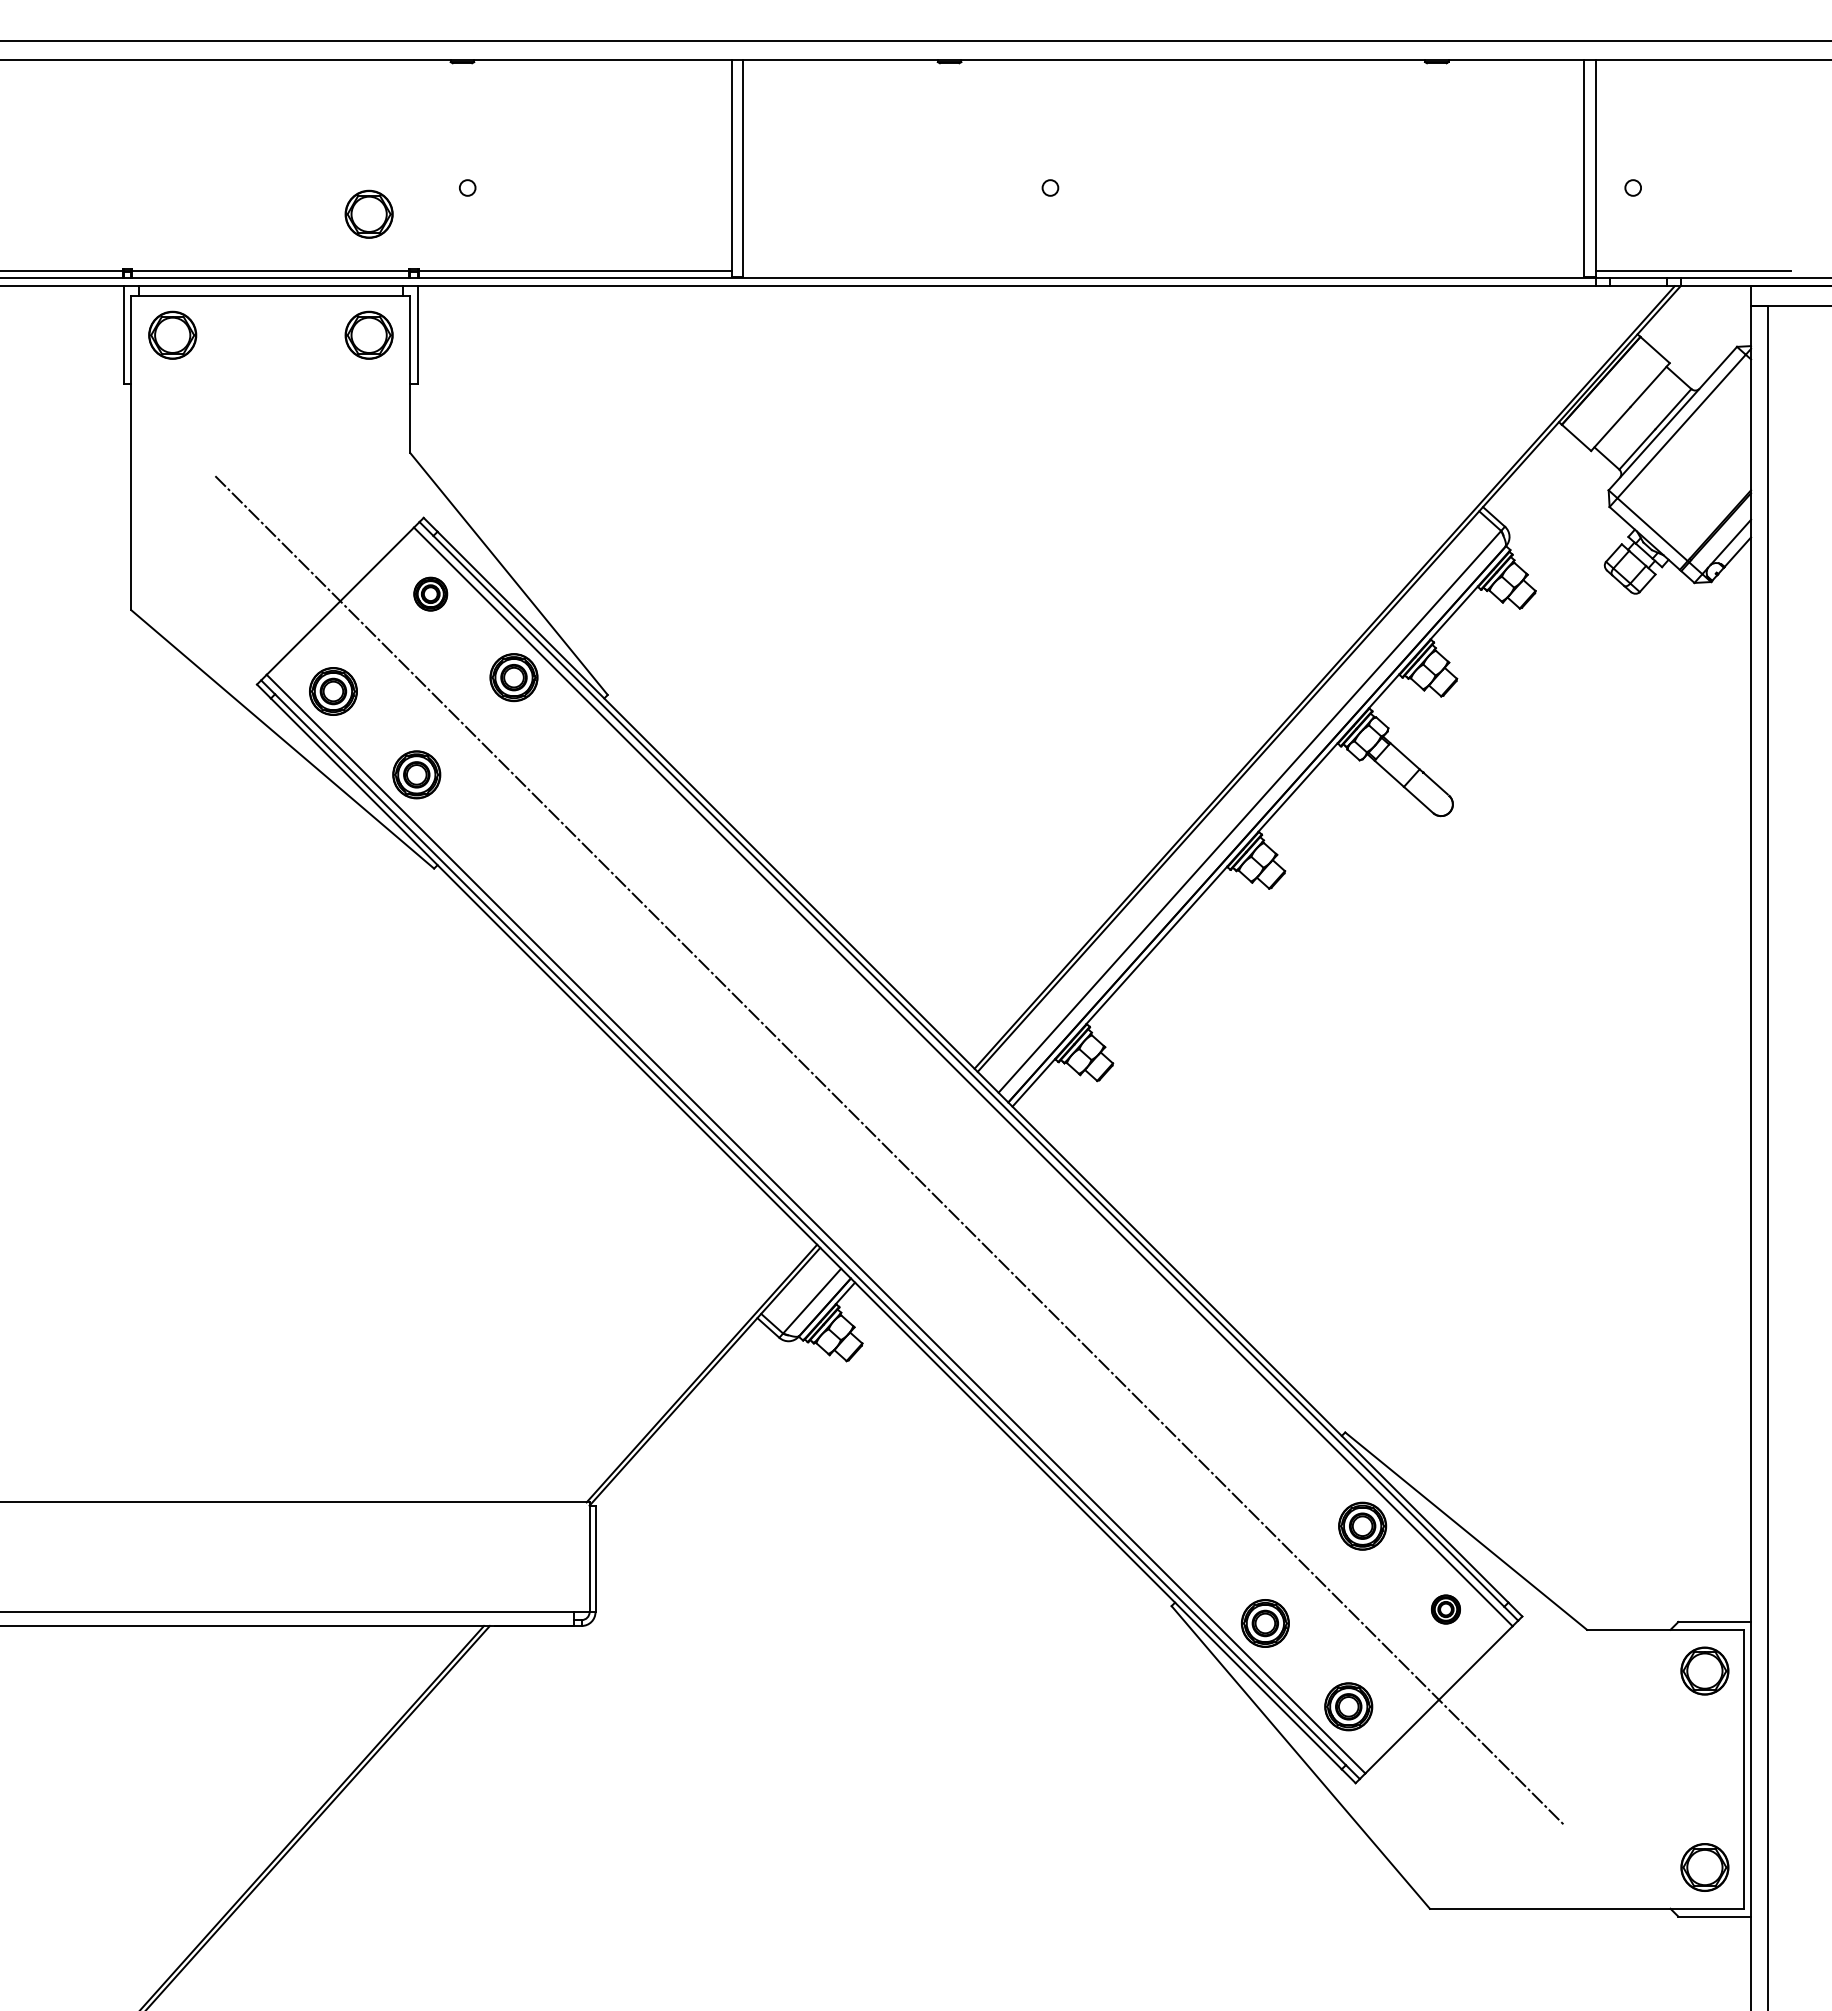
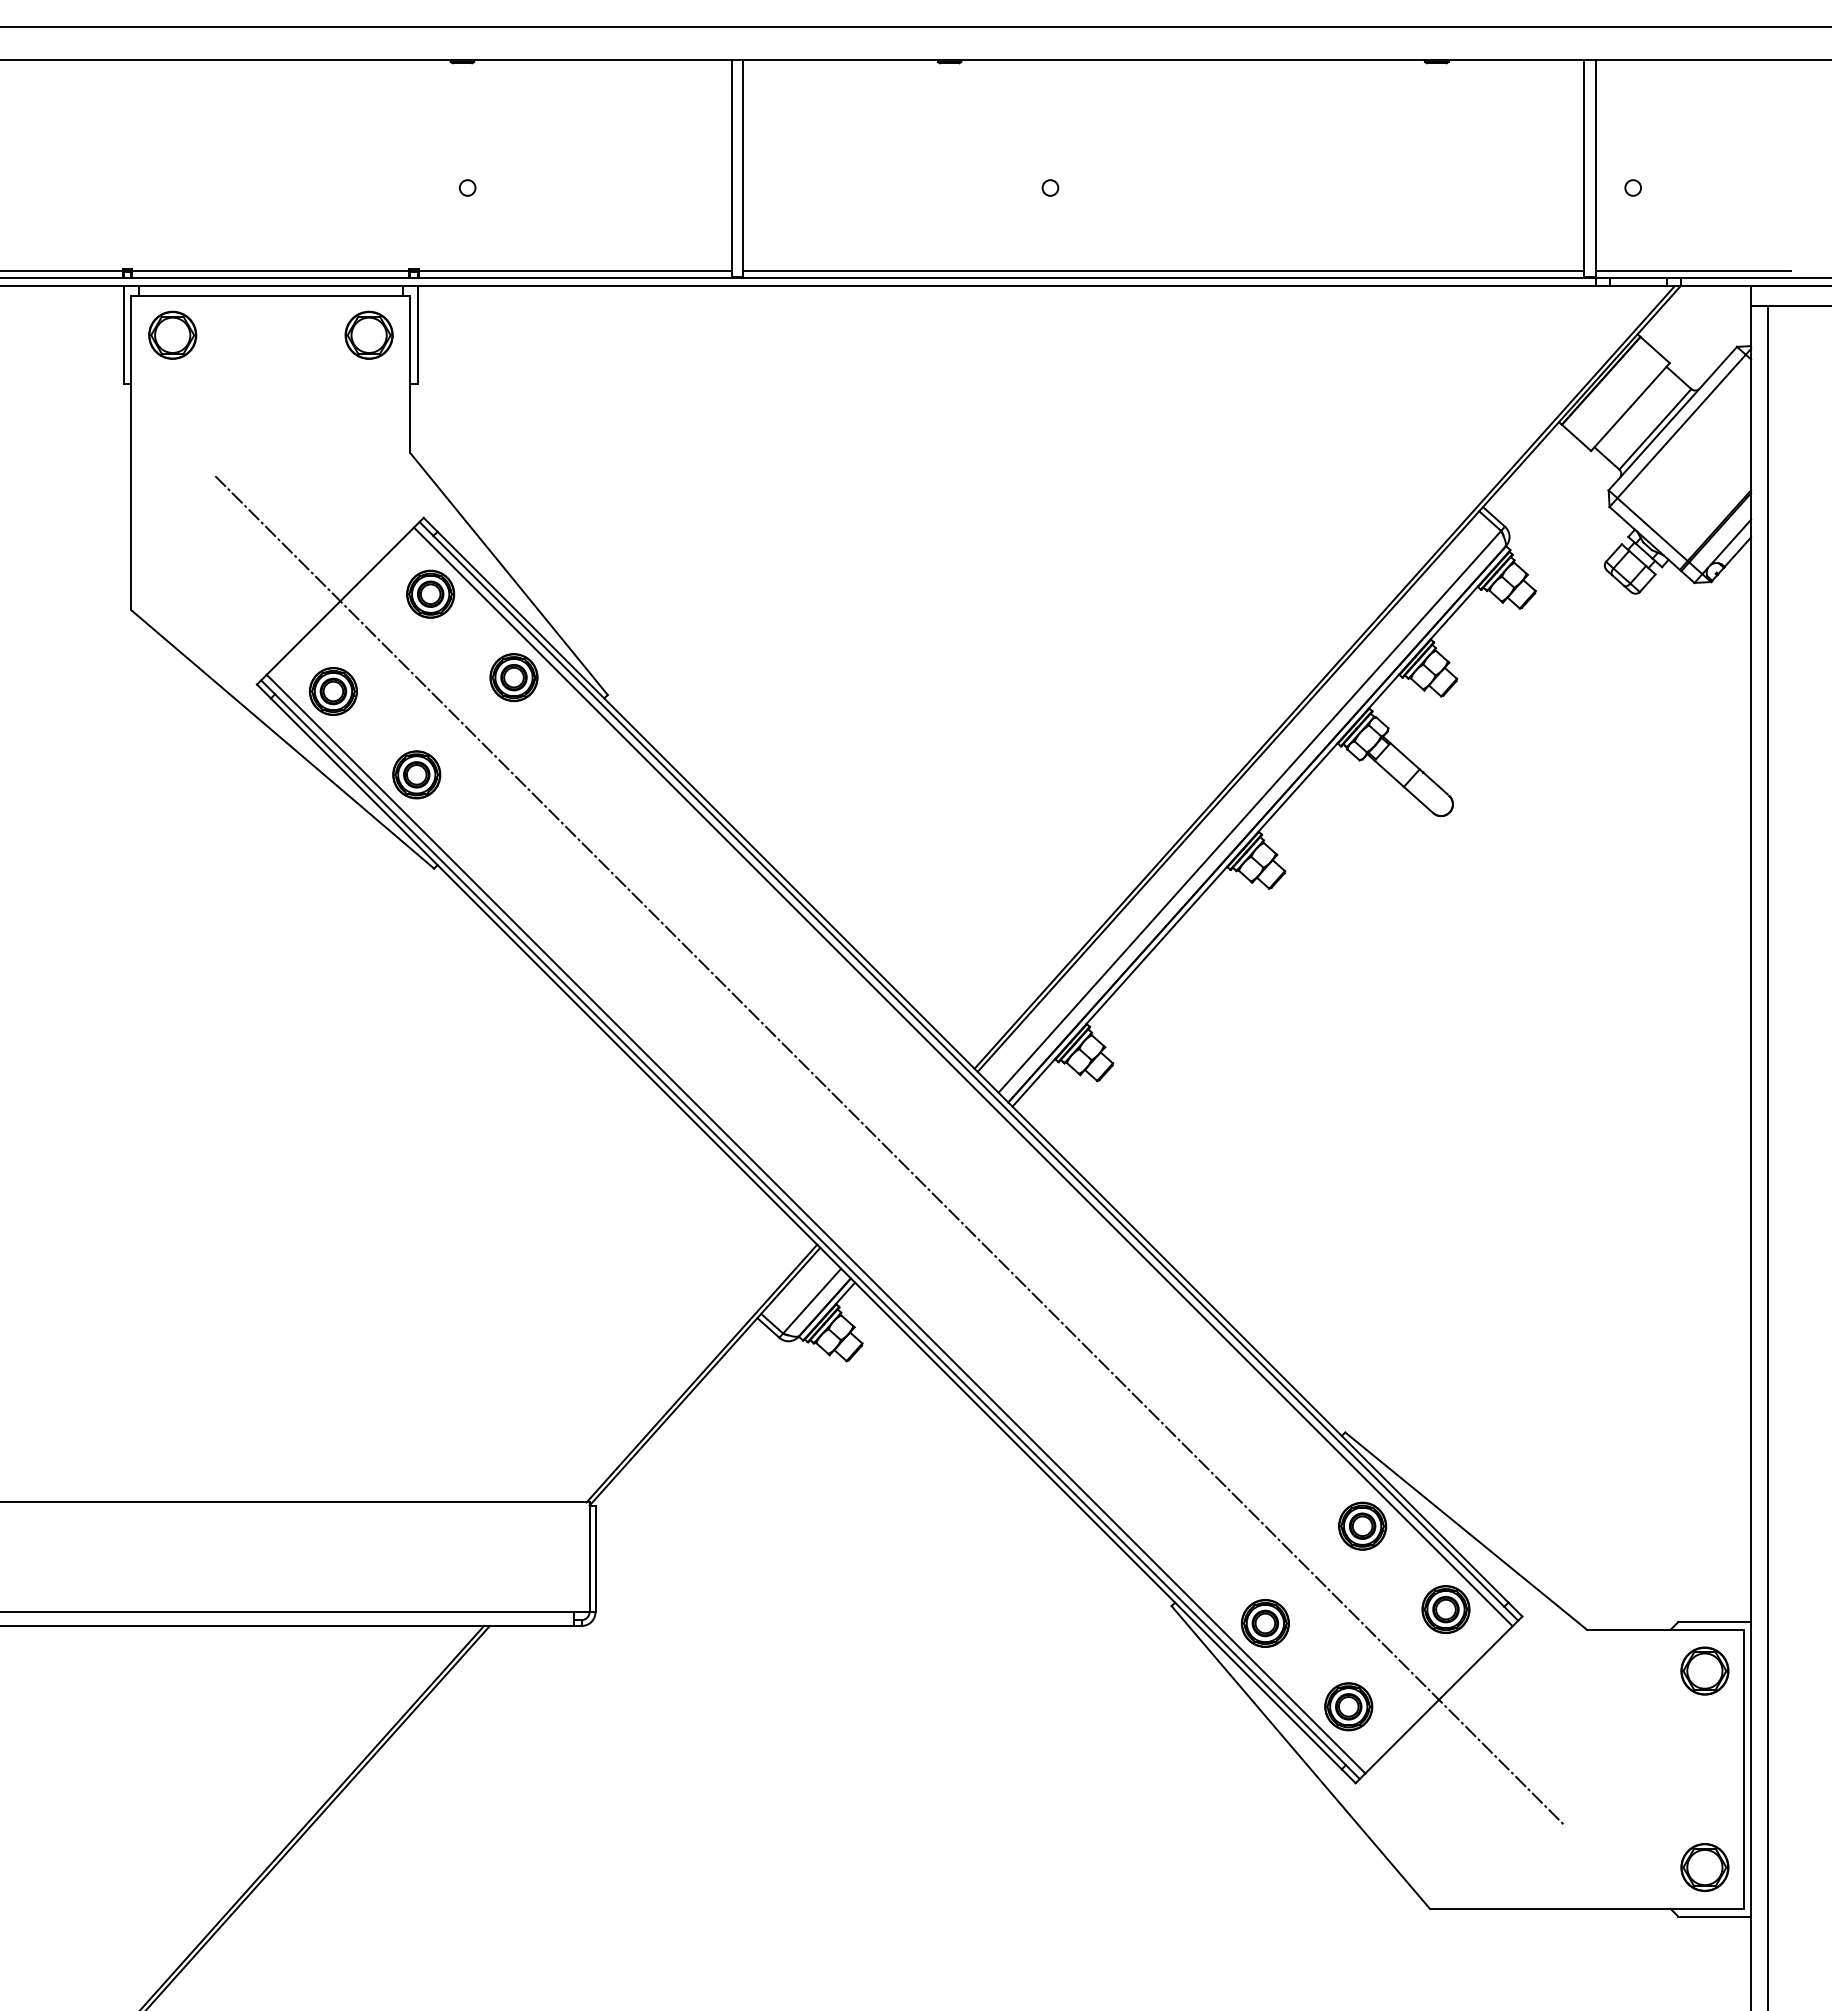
line at (915, 40) position: (915, 40) -> (915, 26)
part at (368, 213): present -> none
line at (1163, 270): none -> present
part at (430, 593) size: 36x36 px -> 50x50 px
part at (1445, 1609) size: 30x31 px -> 50x49 px
